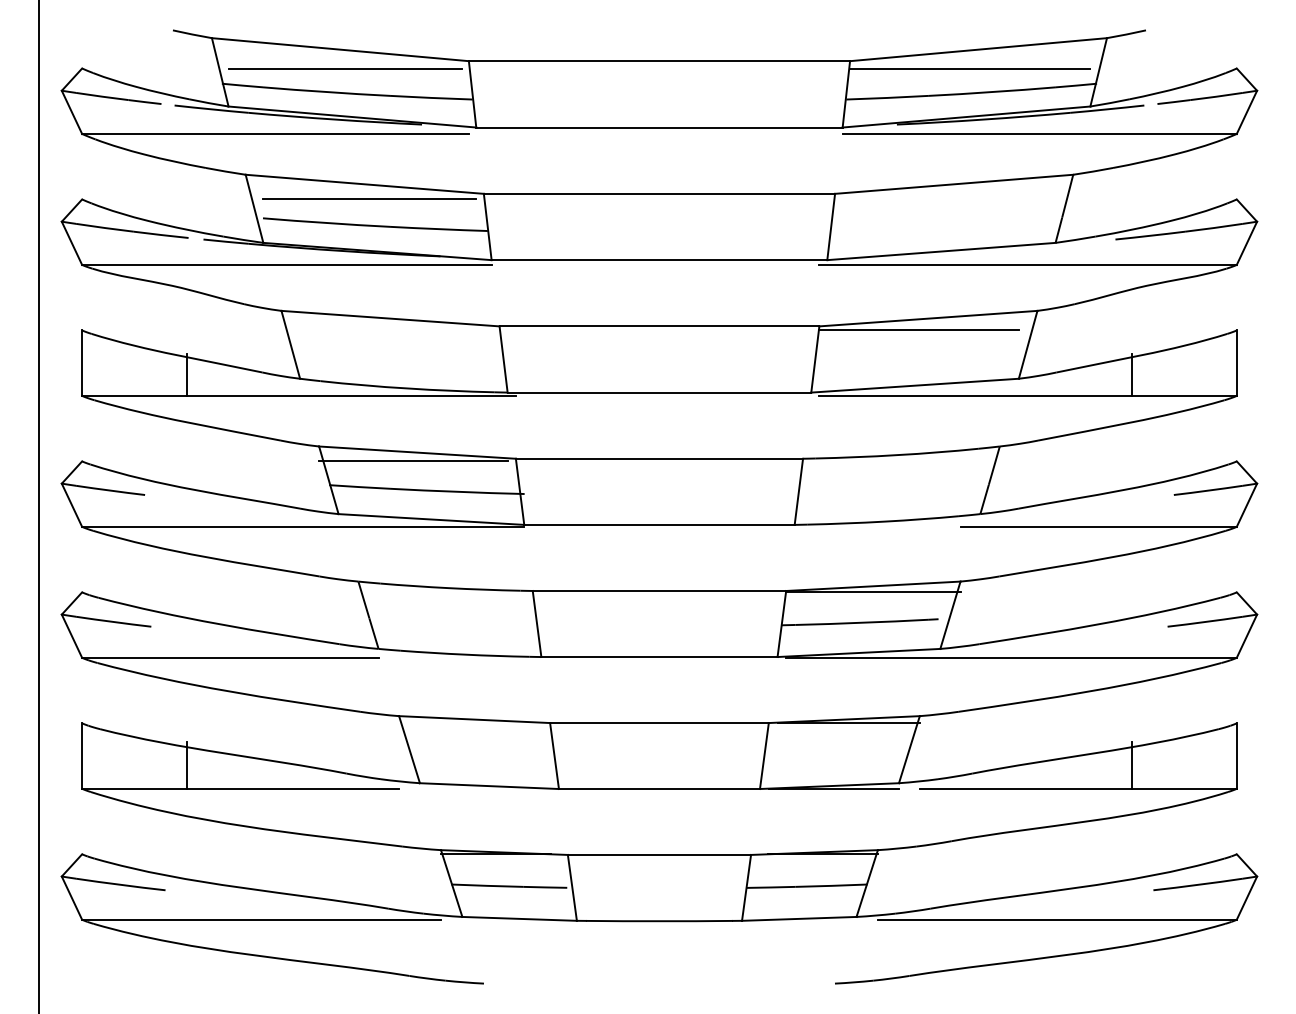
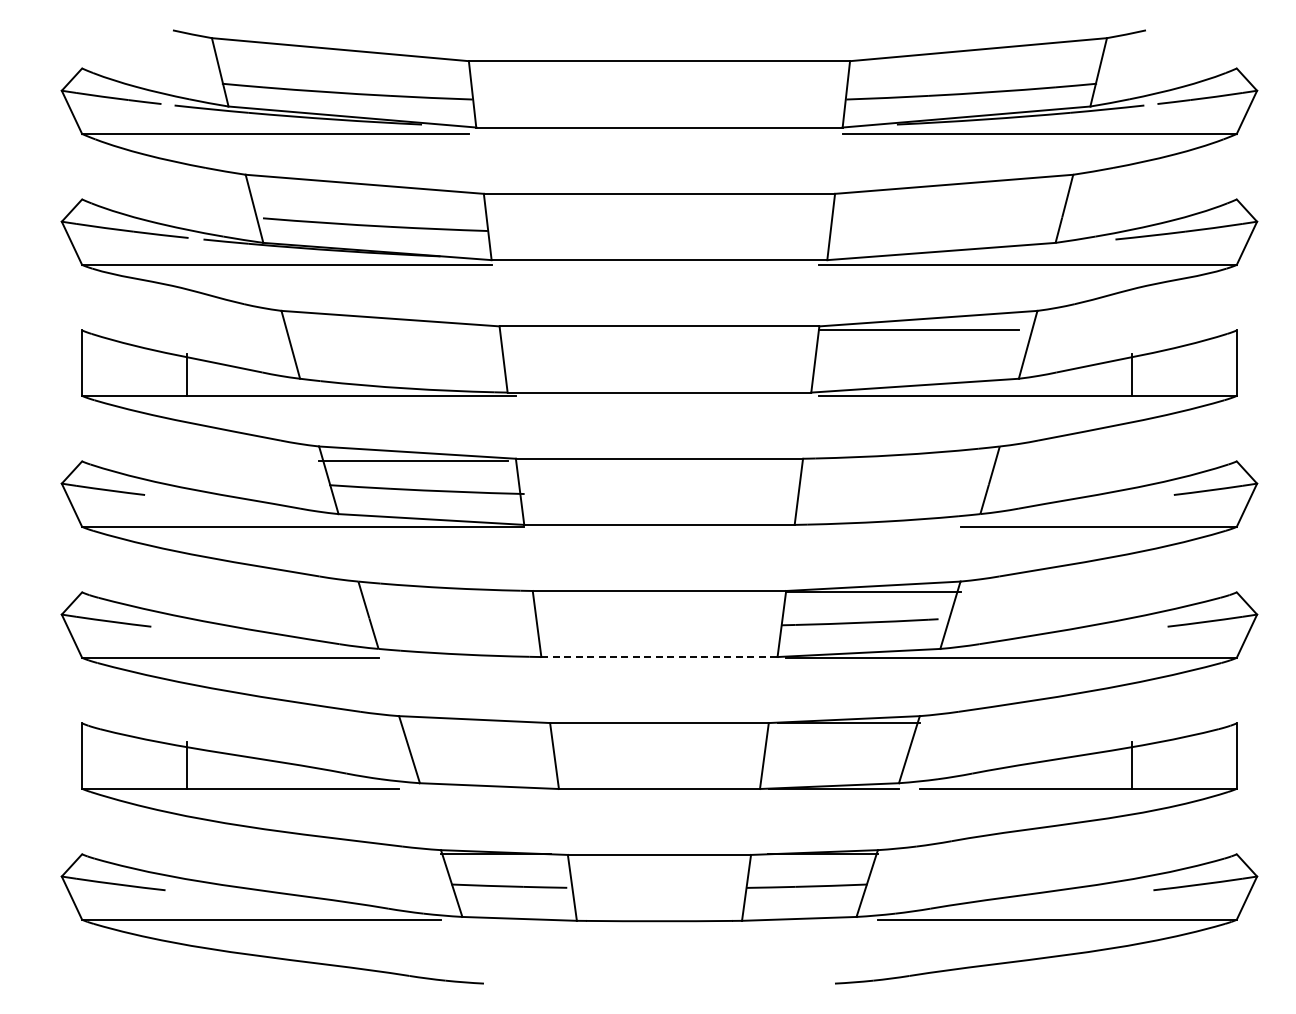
line at (344, 68): present -> none
line at (970, 68): present -> none
line at (369, 199): present -> none
line at (38, 506): present -> none
line at (659, 657): solid -> dashed
